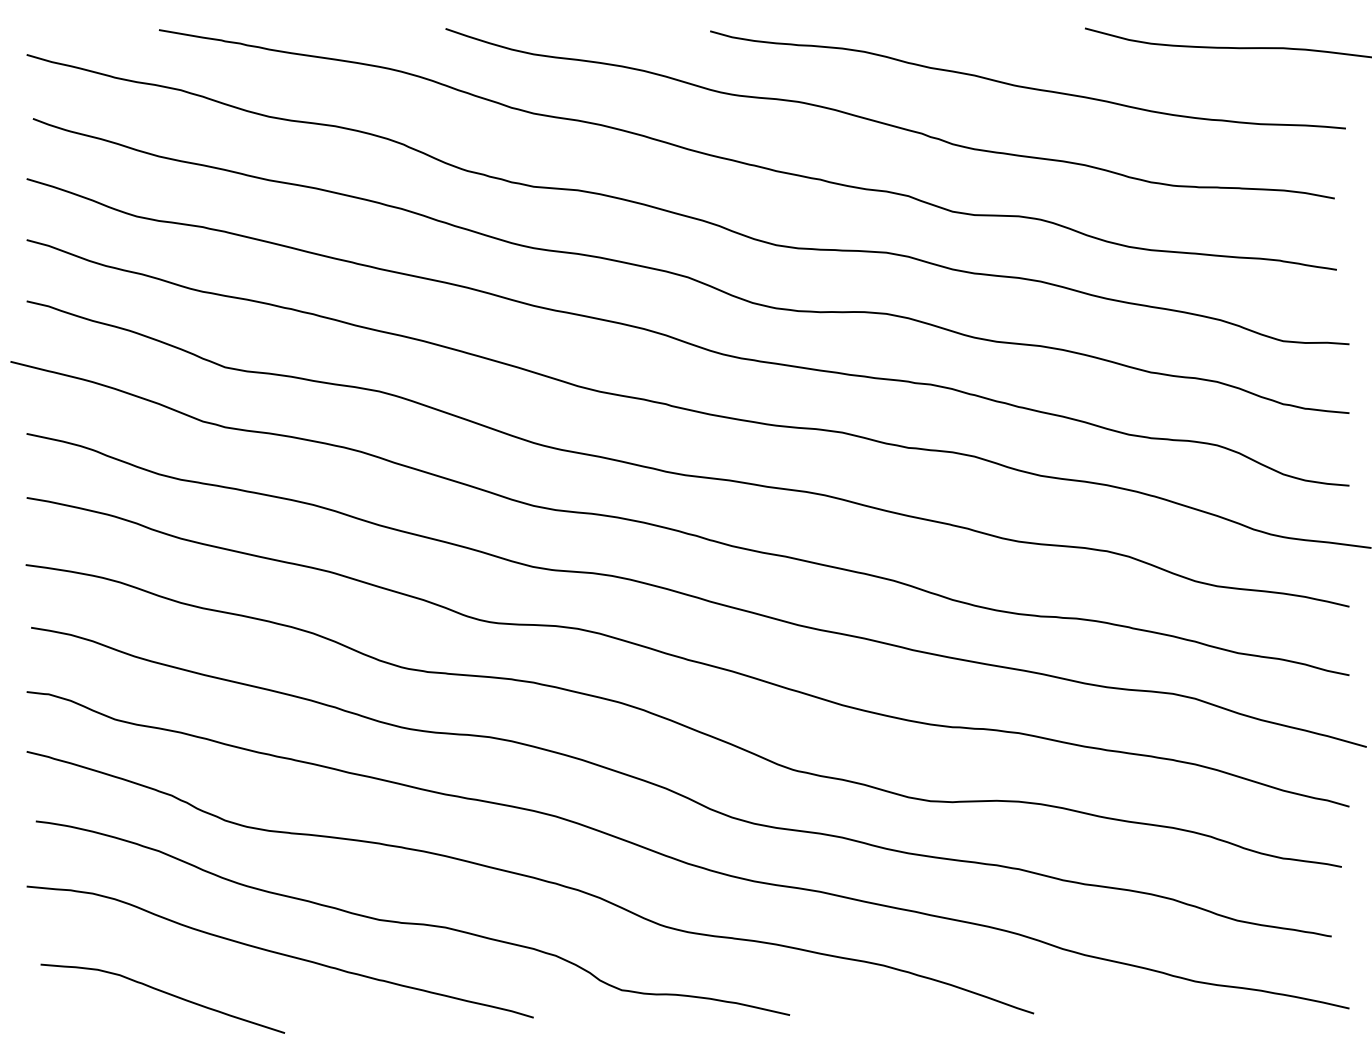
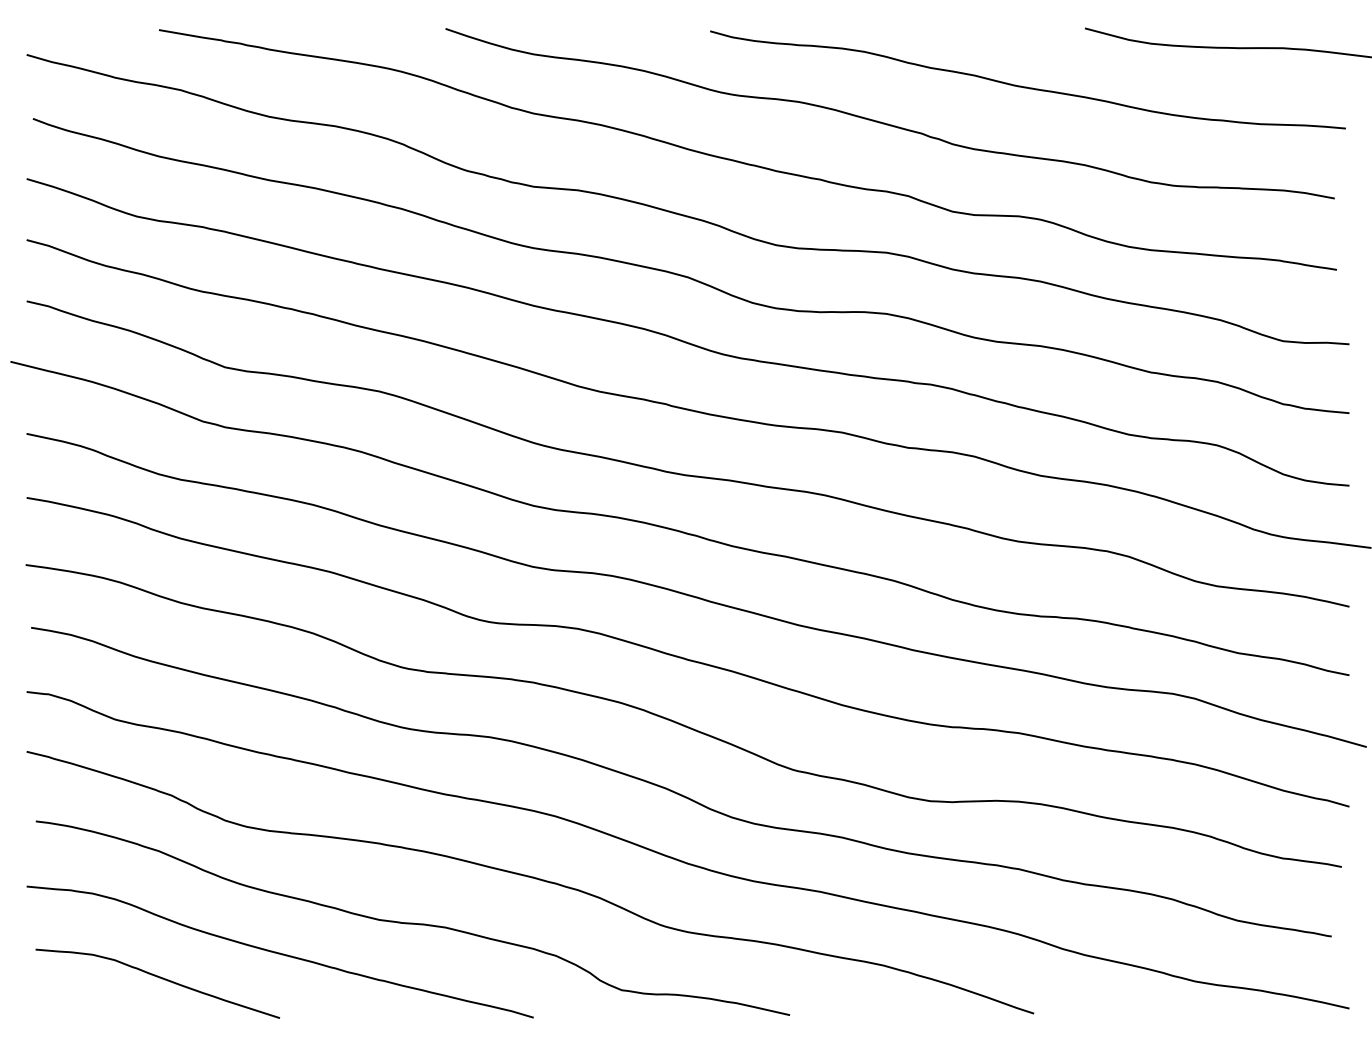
curve at (164, 993) position: (164, 993) -> (159, 978)
